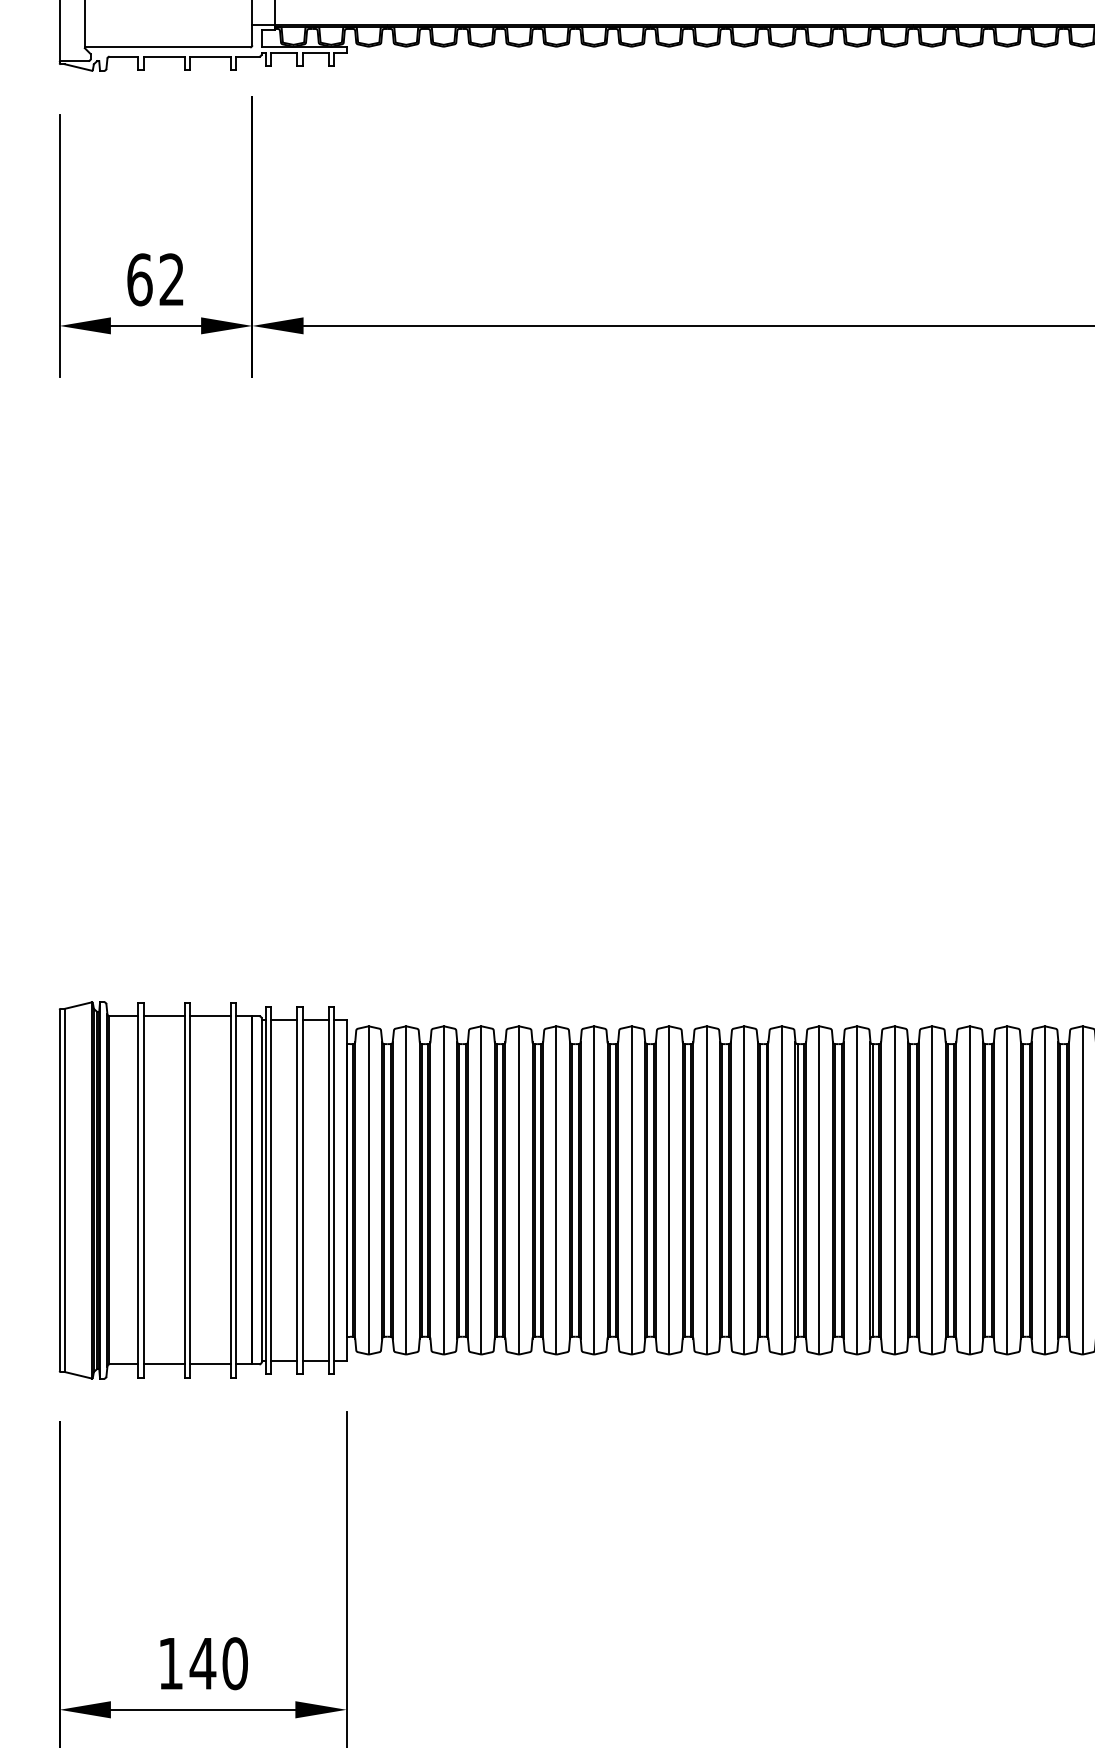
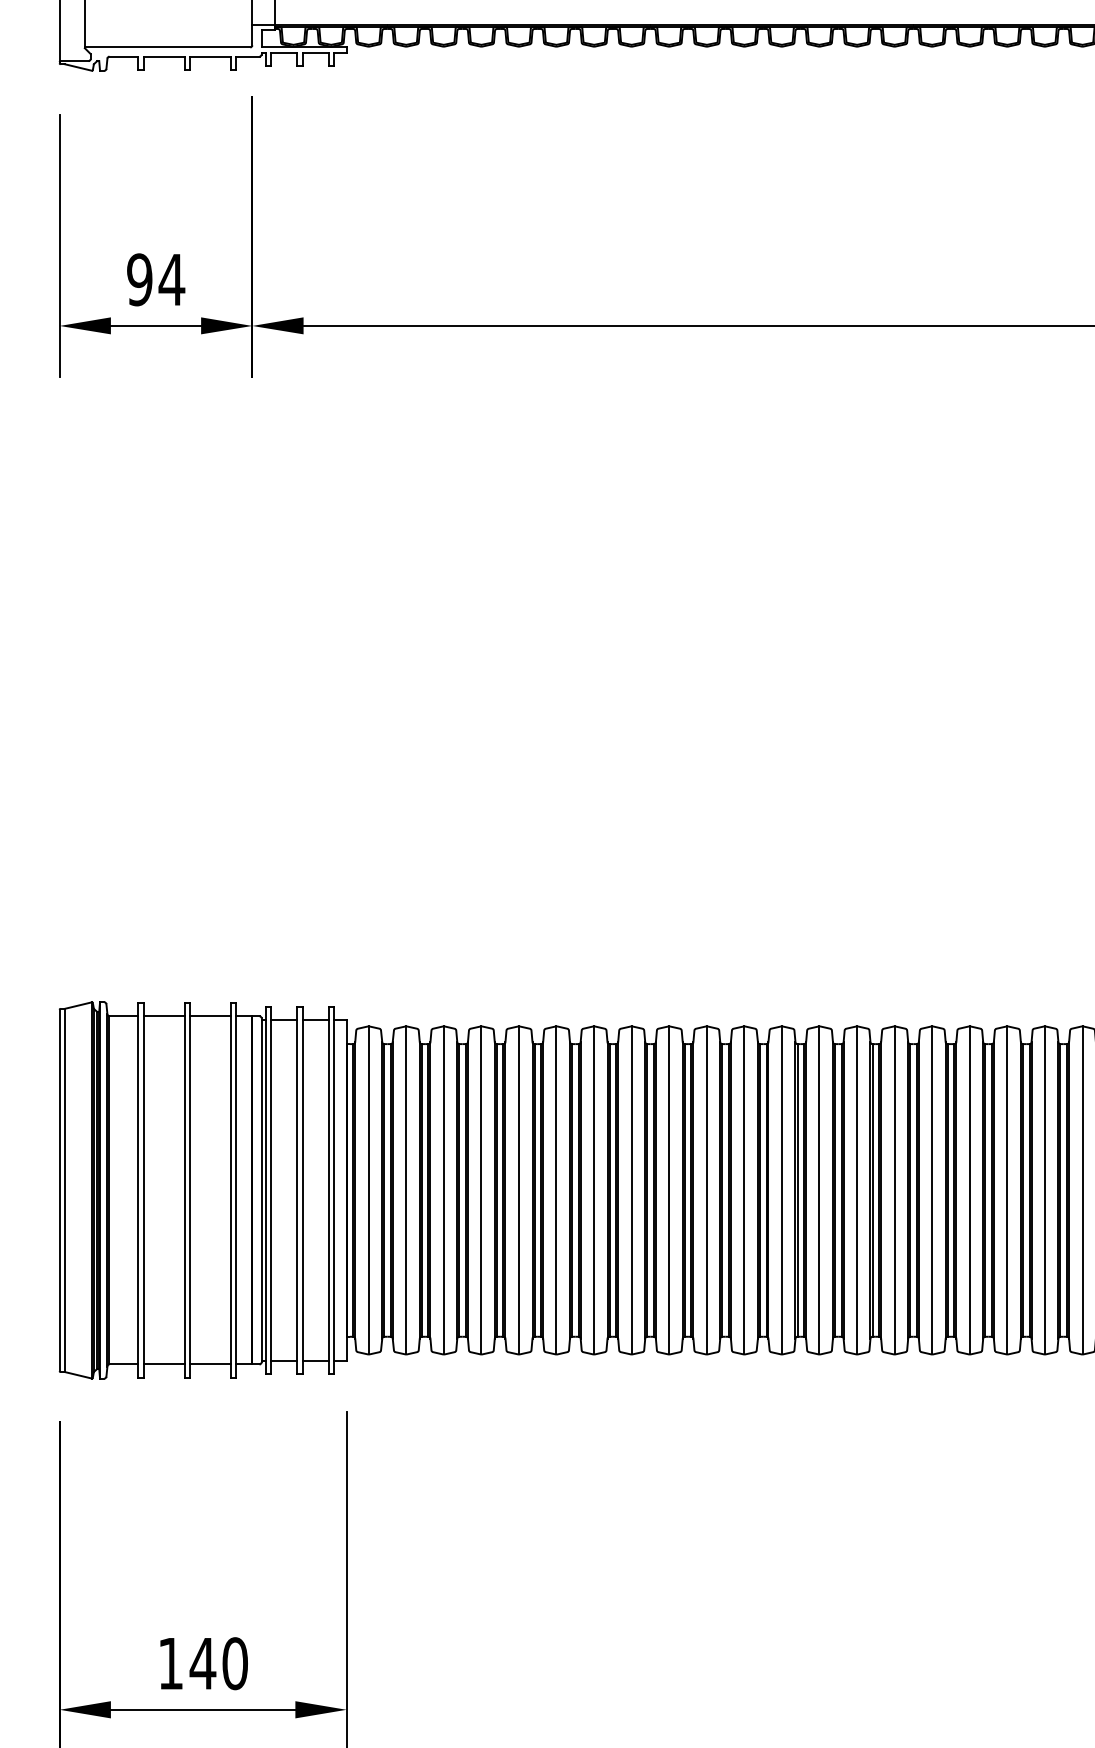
text at (156, 279): 62 -> 94
